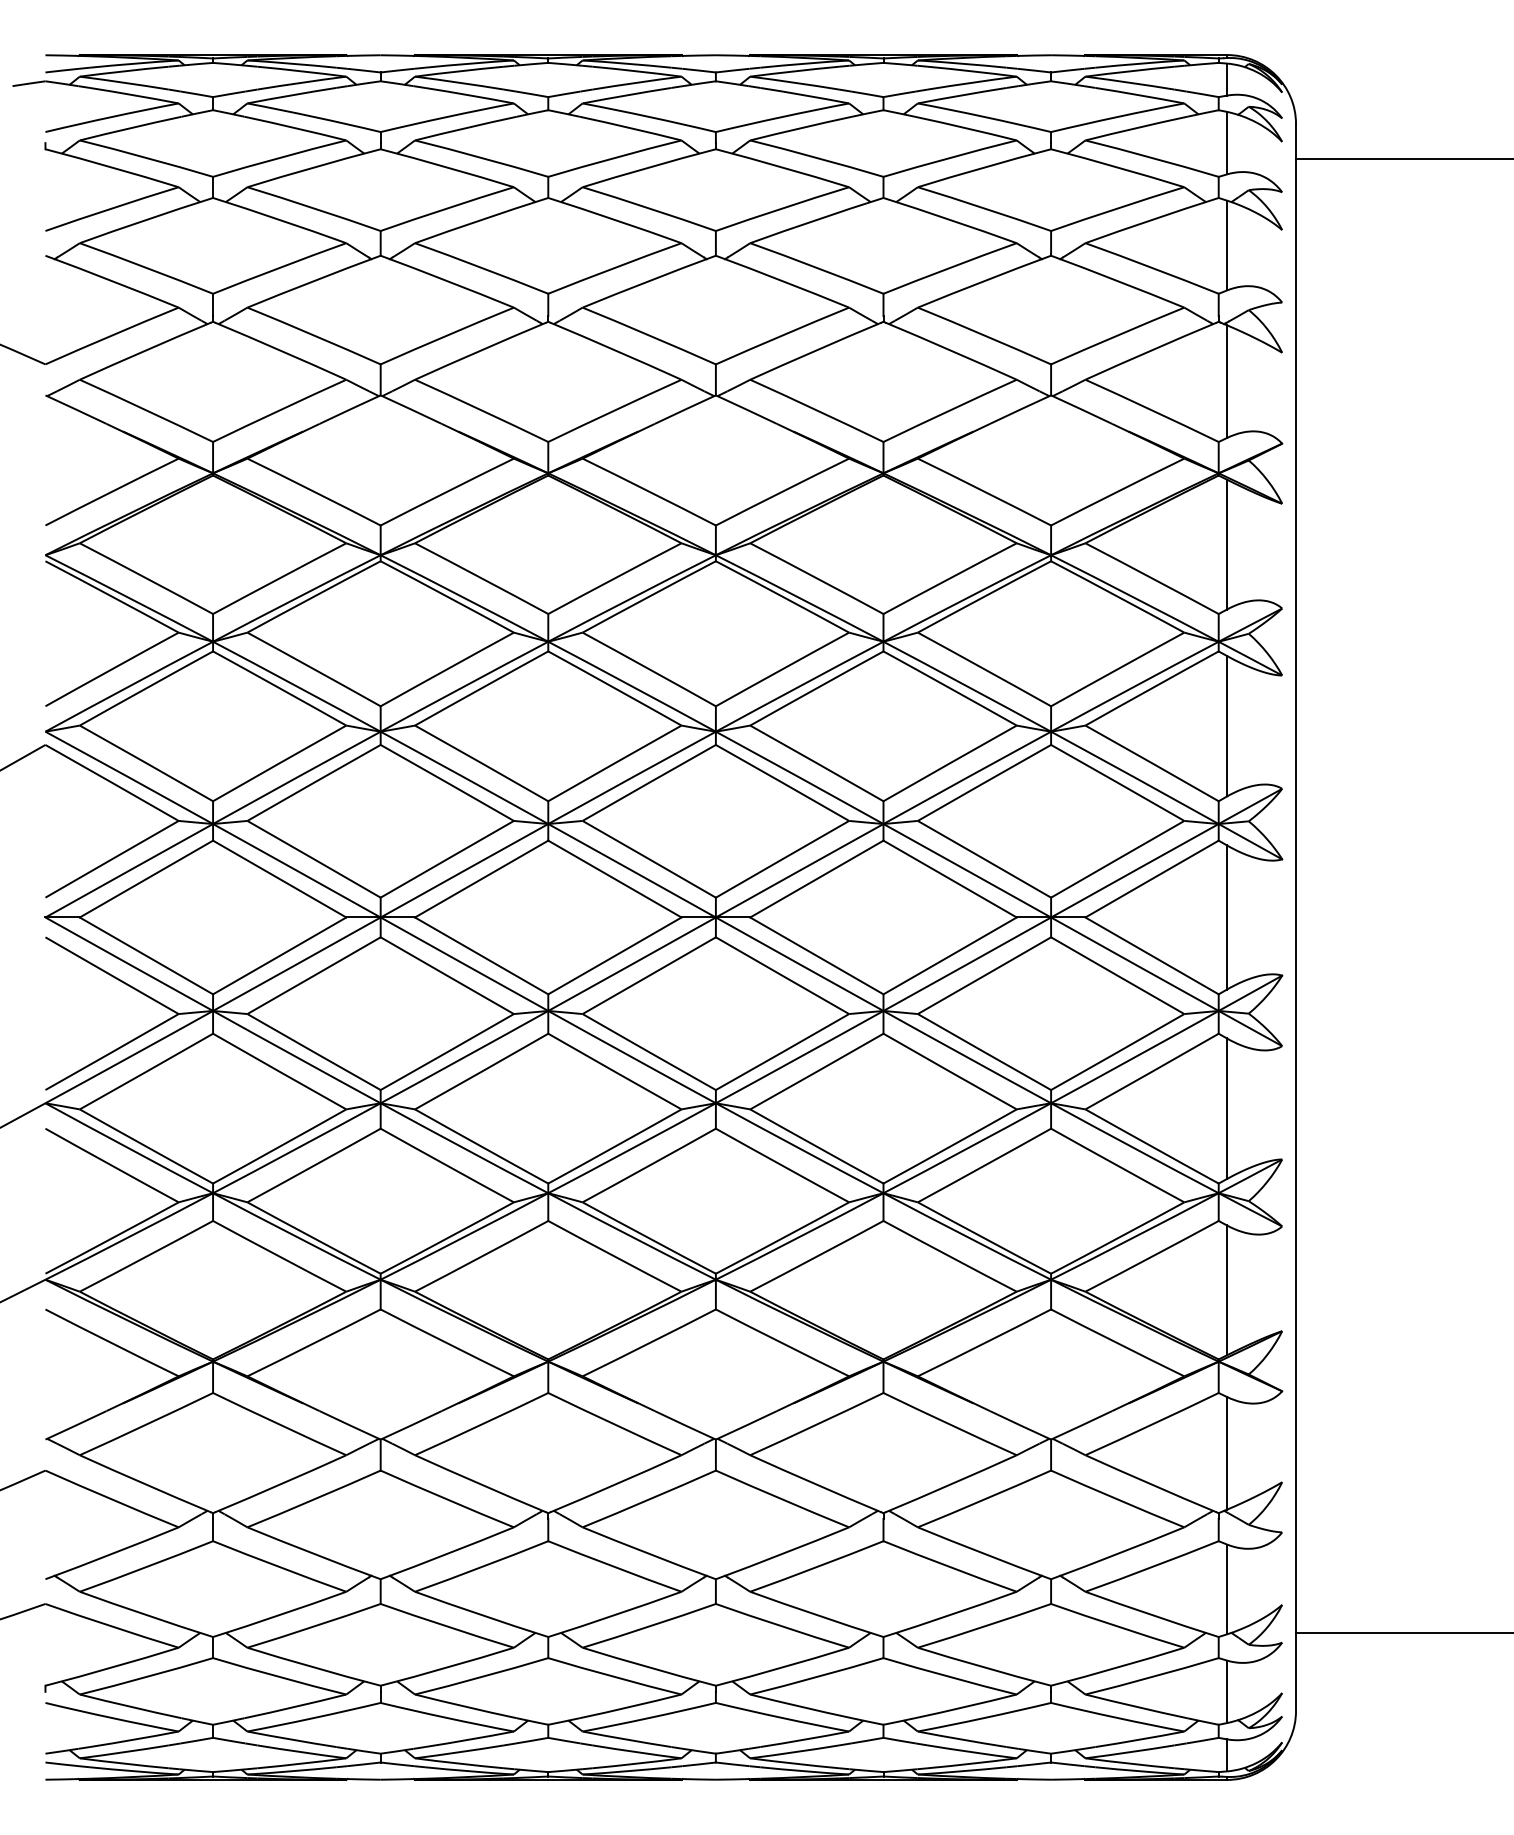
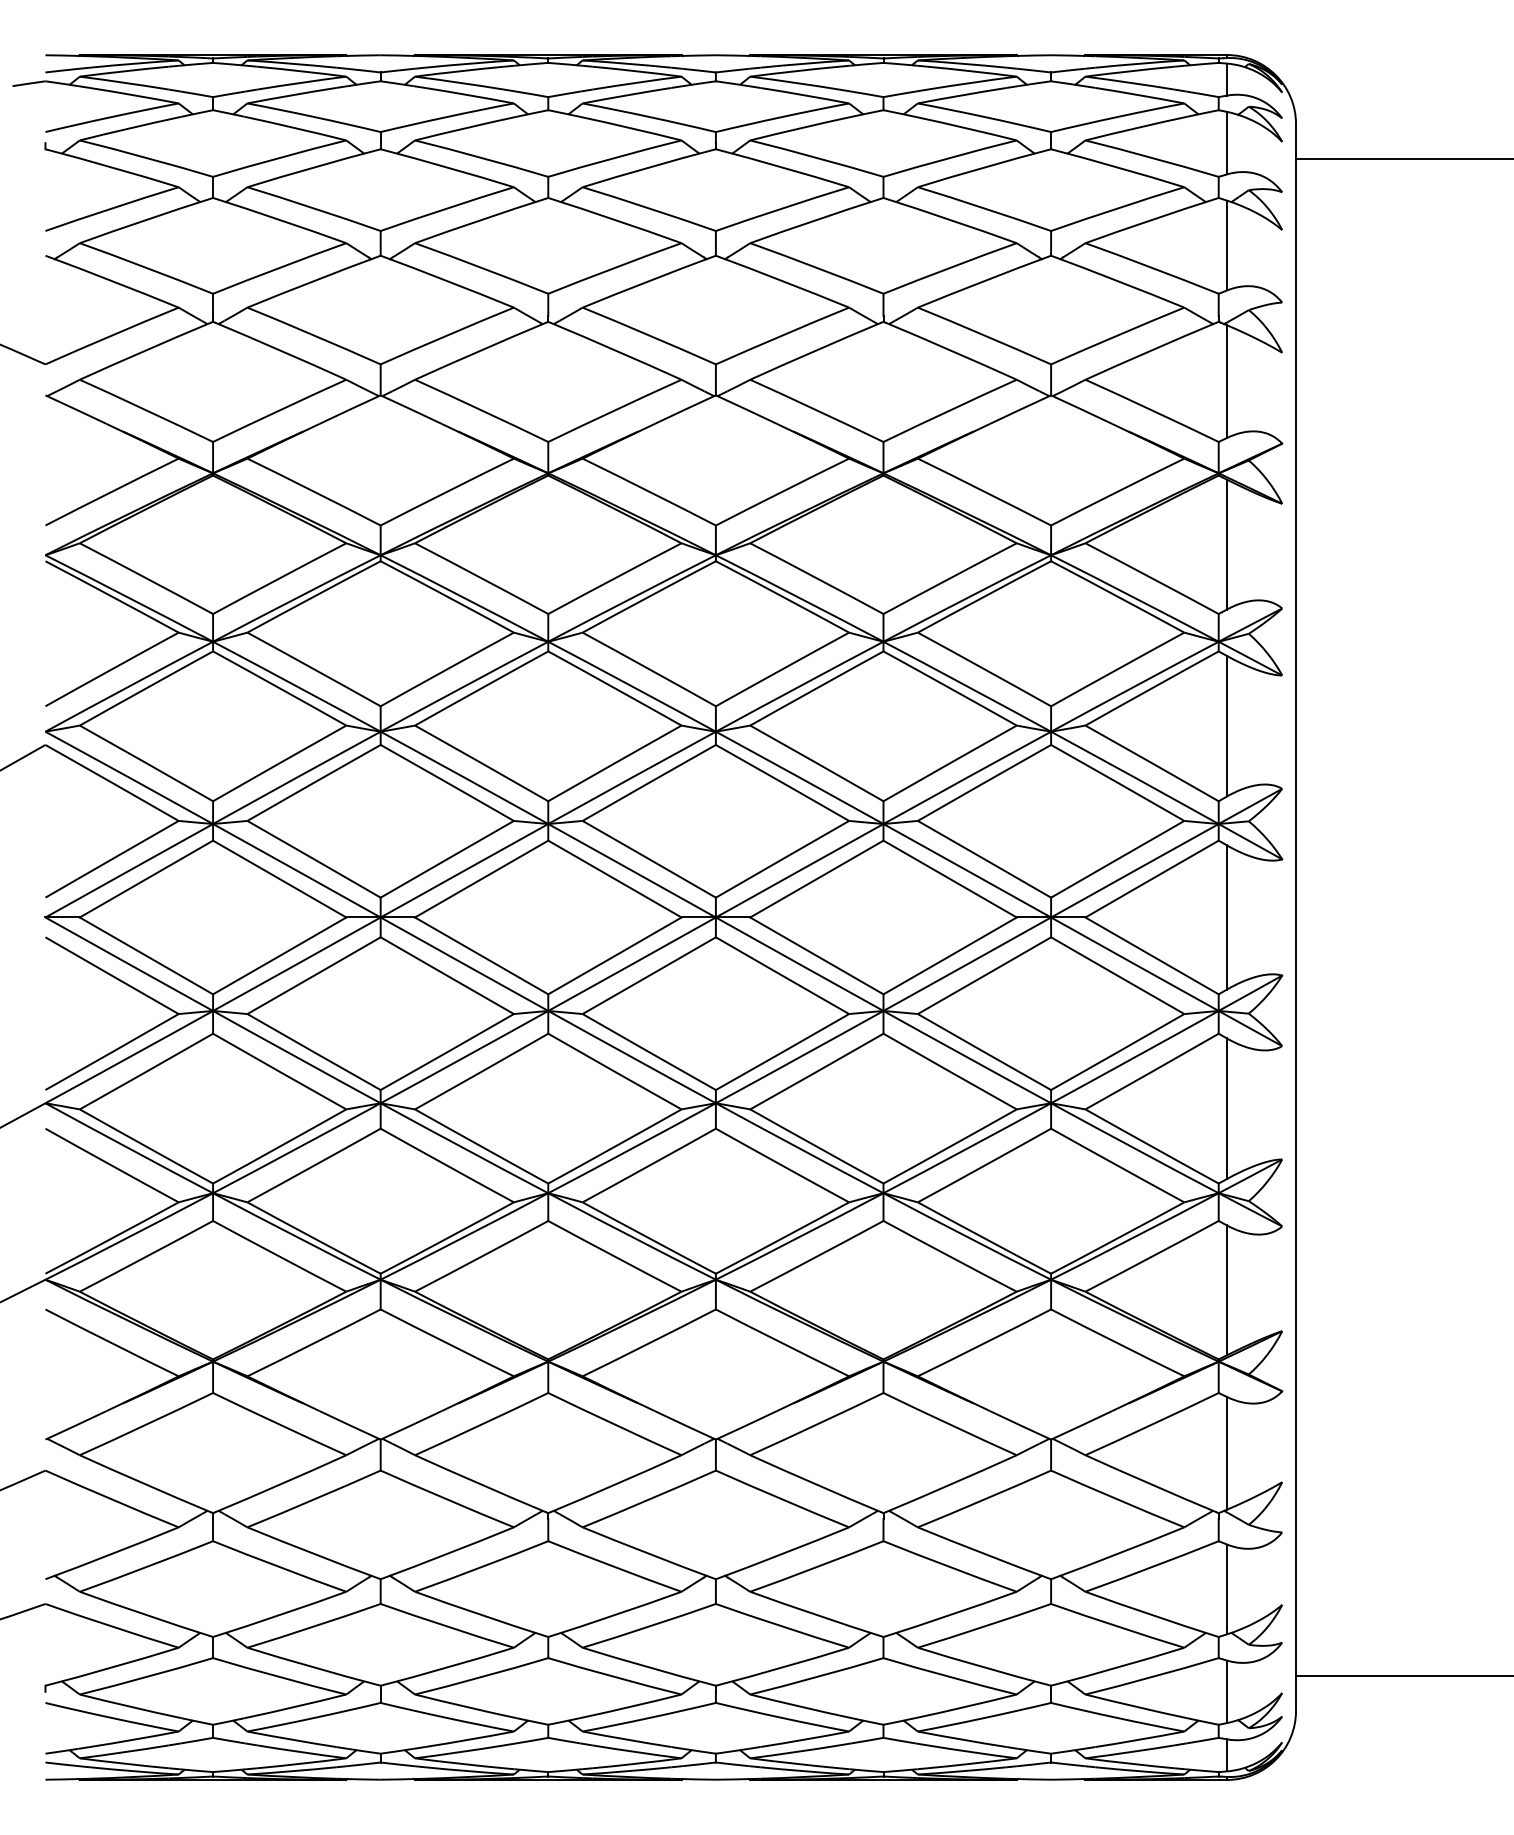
line at (1403, 1633) position: (1403, 1633) -> (1403, 1676)
